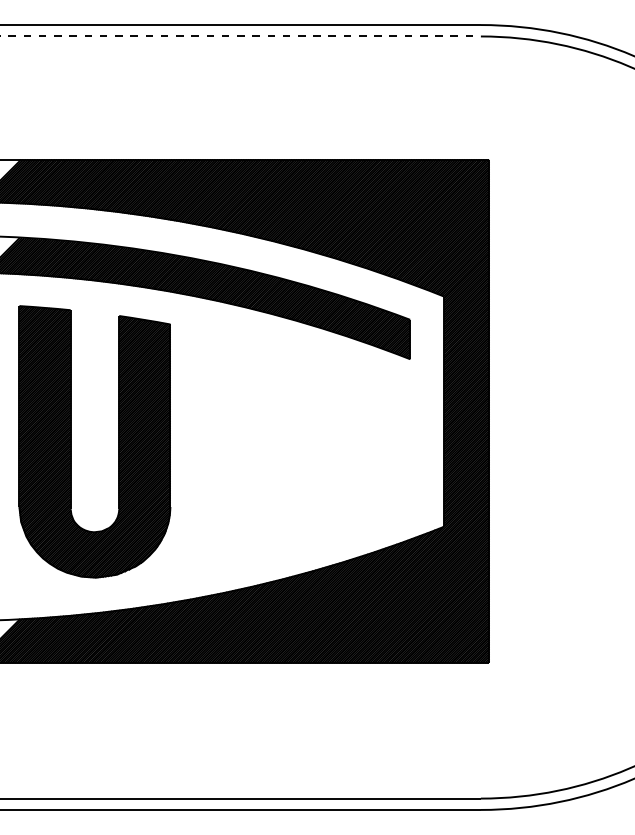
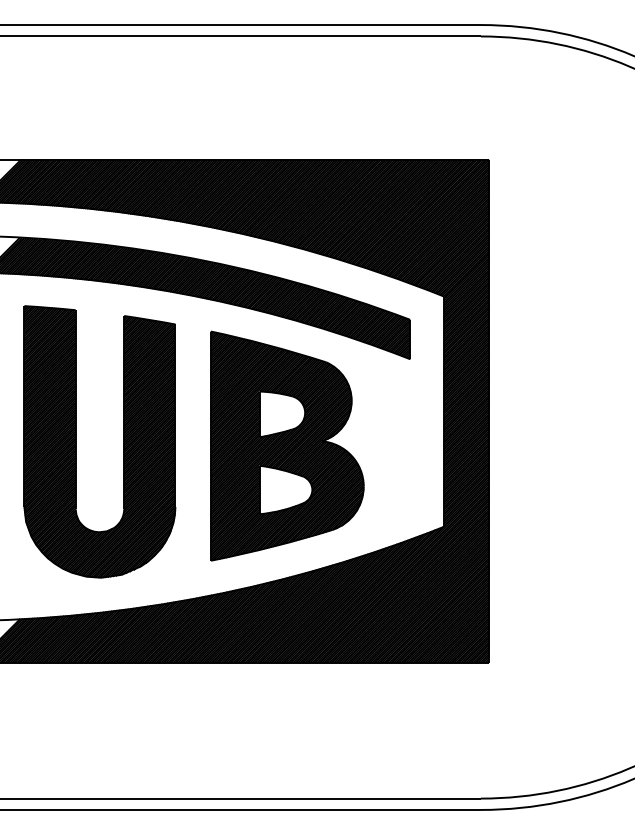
line at (240, 36): dashed -> solid
part at (71, 441) position: (71, 441) -> (76, 441)
part at (287, 445): none -> present
